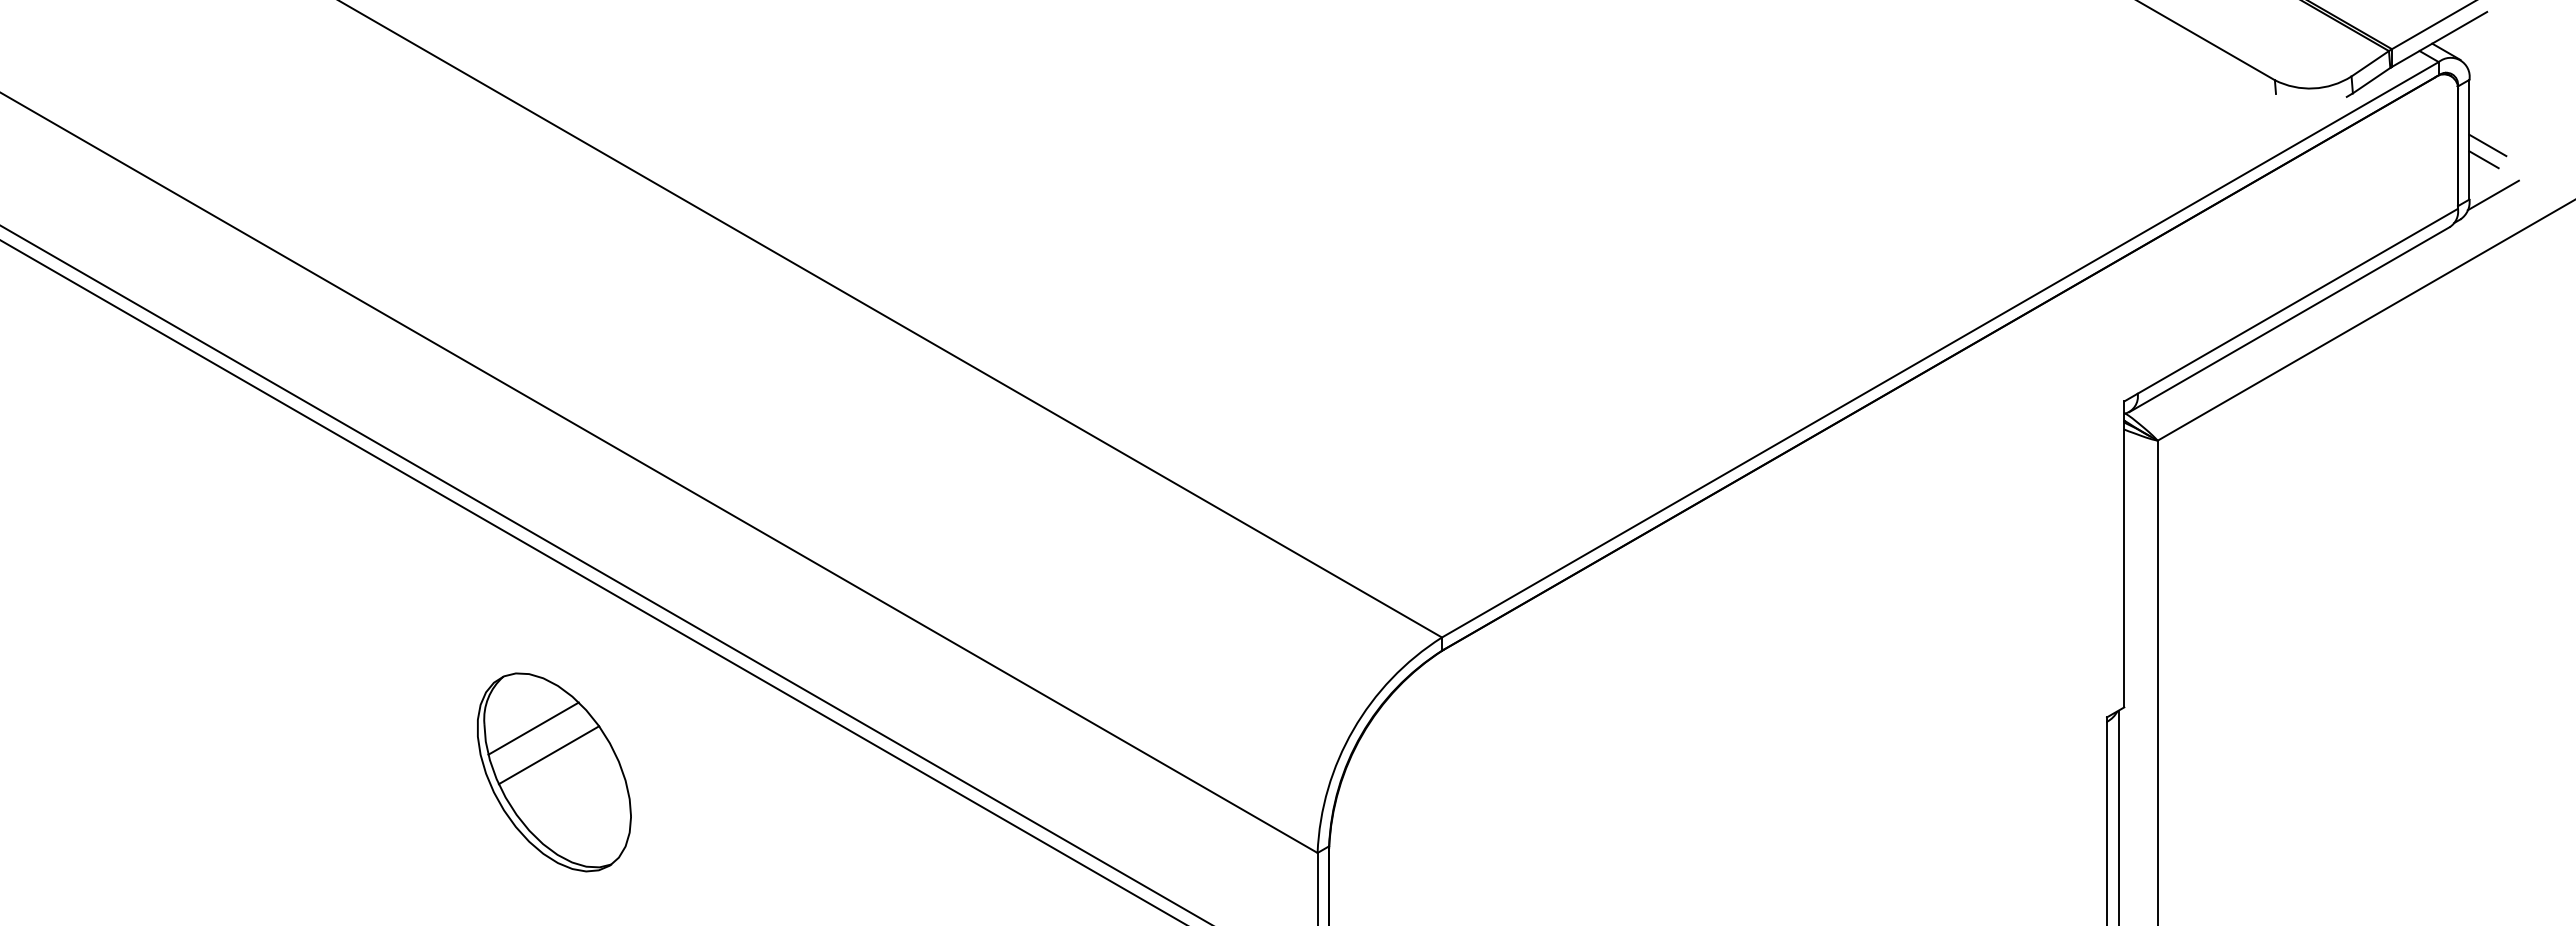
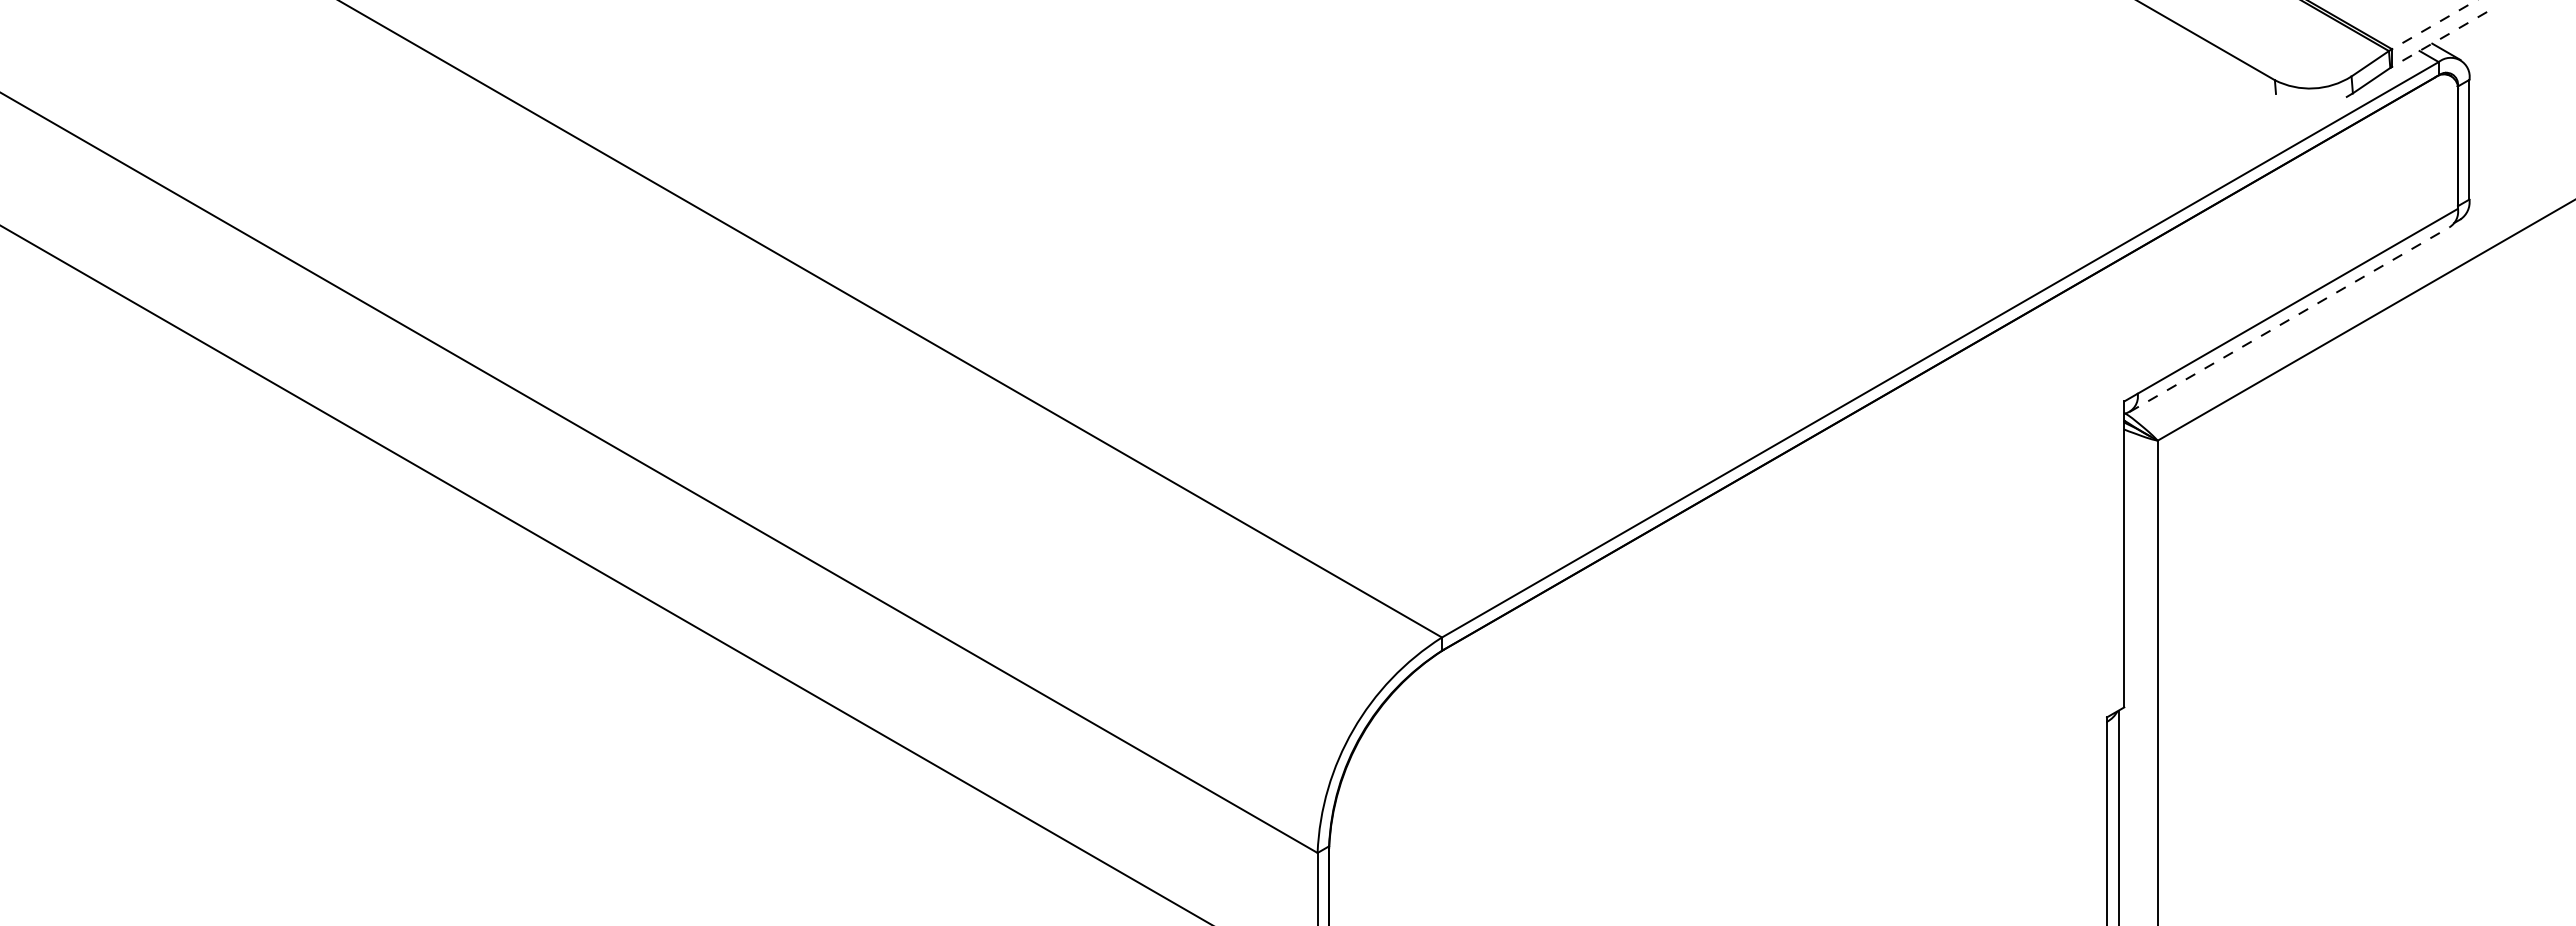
line at (2434, 24): solid -> dashed
line at (2439, 39): solid -> dashed
line at (2487, 145): present -> none
line at (2483, 159): present -> none
line at (2492, 195): present -> none
line at (2289, 319): solid -> dashed
line at (592, 581): present -> none
part at (554, 772): present -> none
